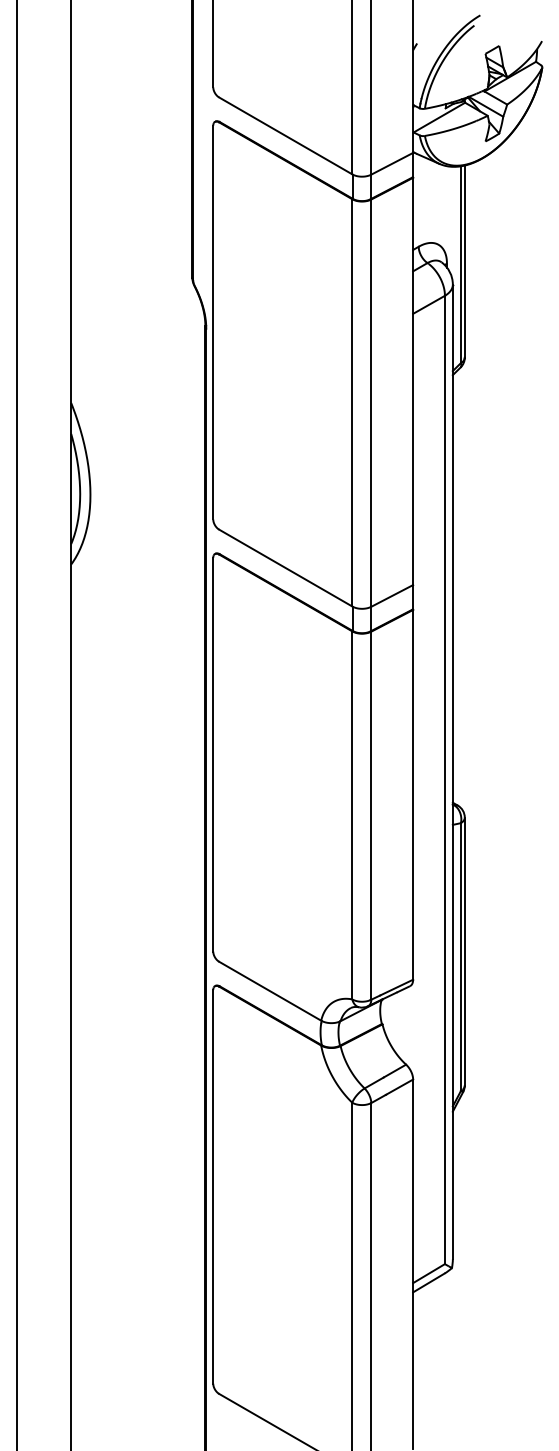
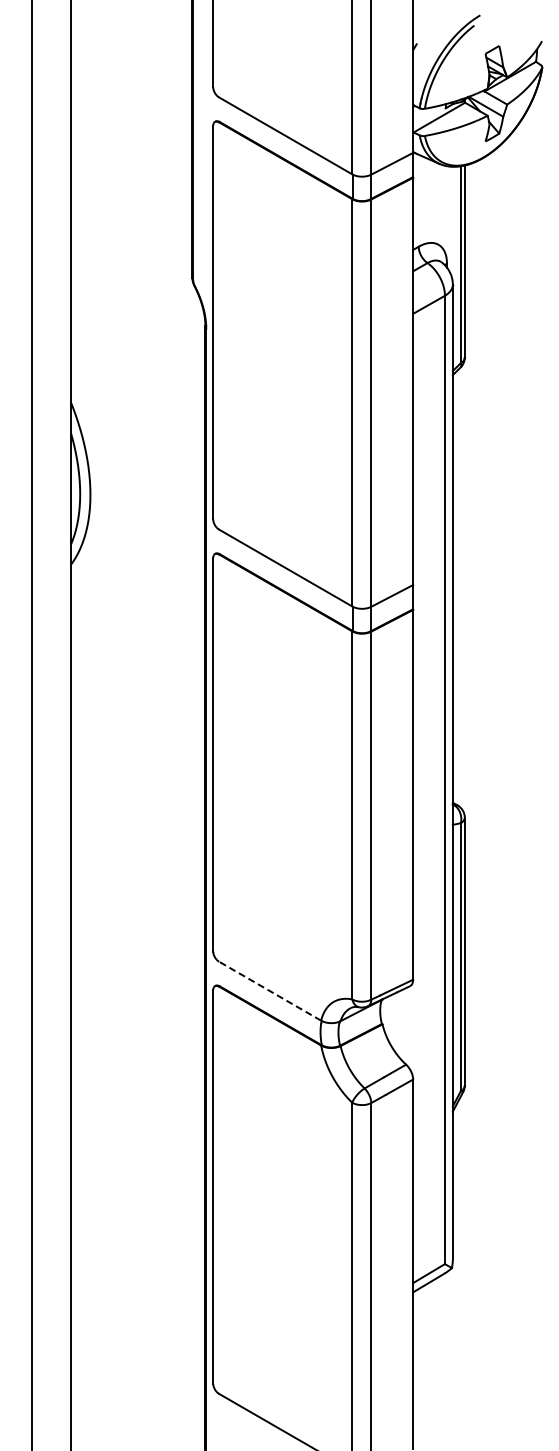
line at (16, 724) position: (16, 724) -> (31, 724)
line at (270, 991): solid -> dashed
